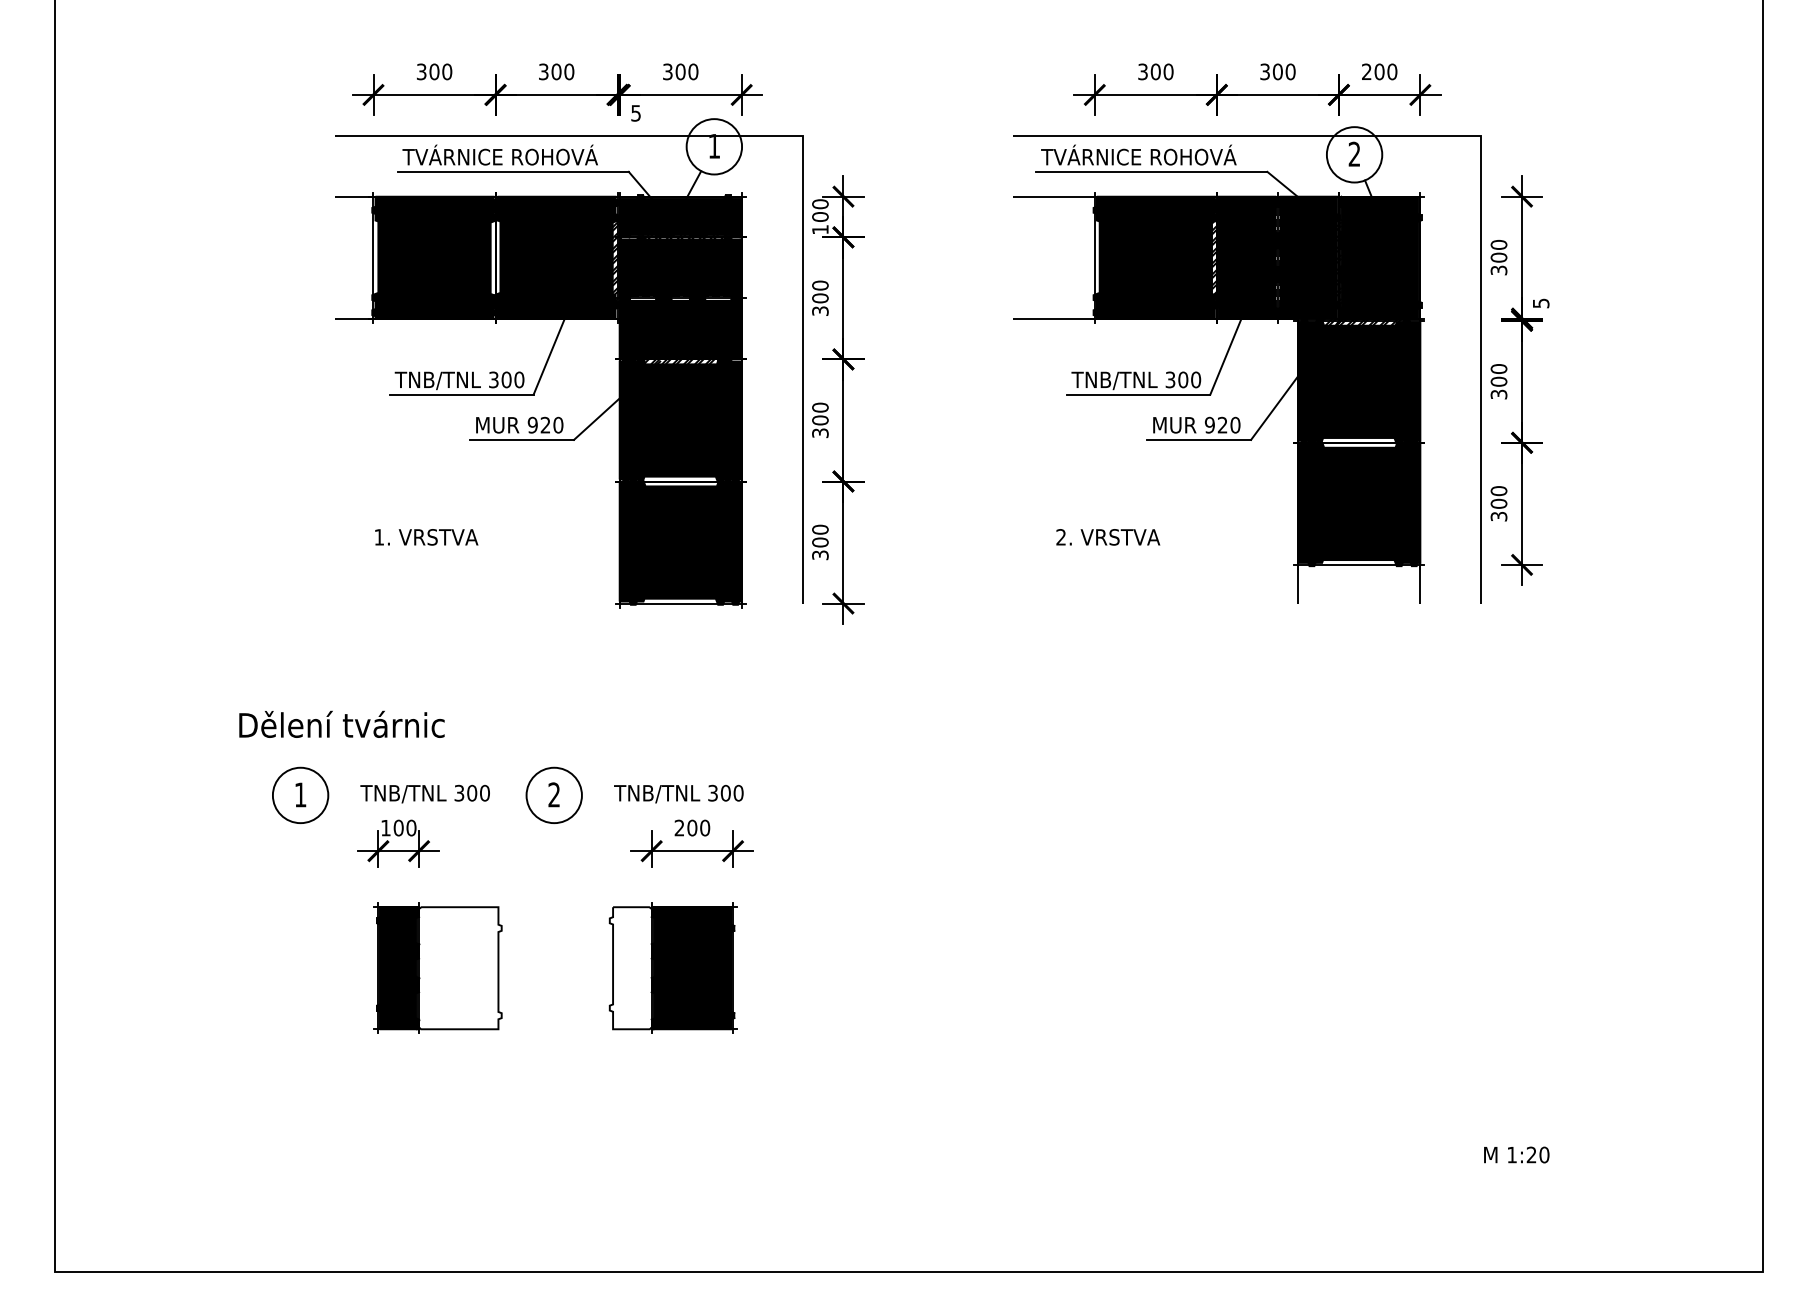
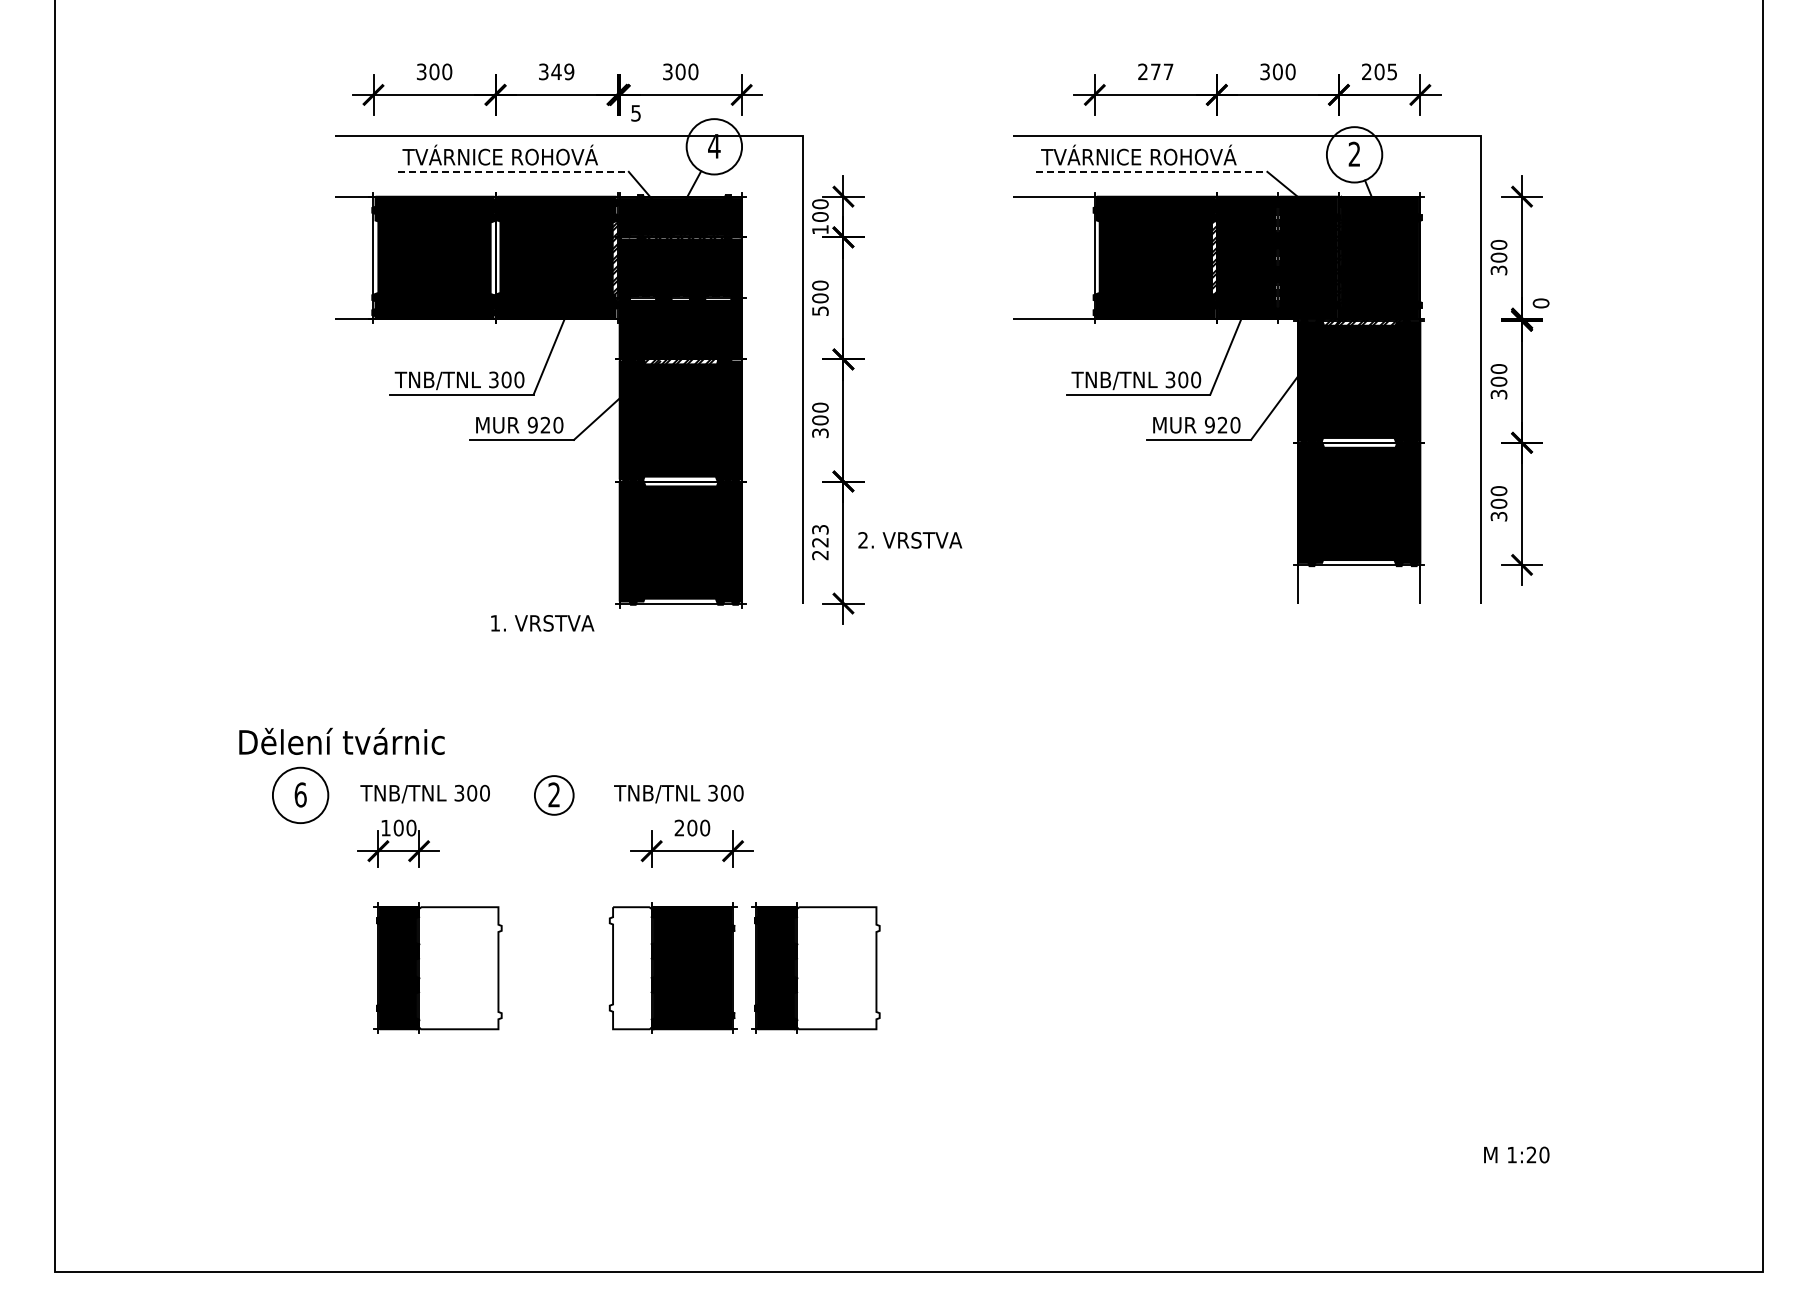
text at (562, 71): 300 -> 349
text at (1155, 71): 300 -> 277
text at (1392, 71): 200 -> 205
text at (714, 146): 1 -> 4
line at (513, 171): solid -> dashed
line at (1152, 171): solid -> dashed
text at (1540, 303): 5 -> 0
text at (819, 310): 300 -> 500
text at (426, 537) position: (426, 537) -> (542, 623)
text at (1108, 537) position: (1108, 537) -> (910, 540)
text at (820, 542): 300 -> 223
text at (341, 723) position: (341, 723) -> (341, 740)
text at (300, 794): 1 -> 6
circle at (553, 795) diameter: 55 px -> 39 px
part at (815, 967): none -> present
